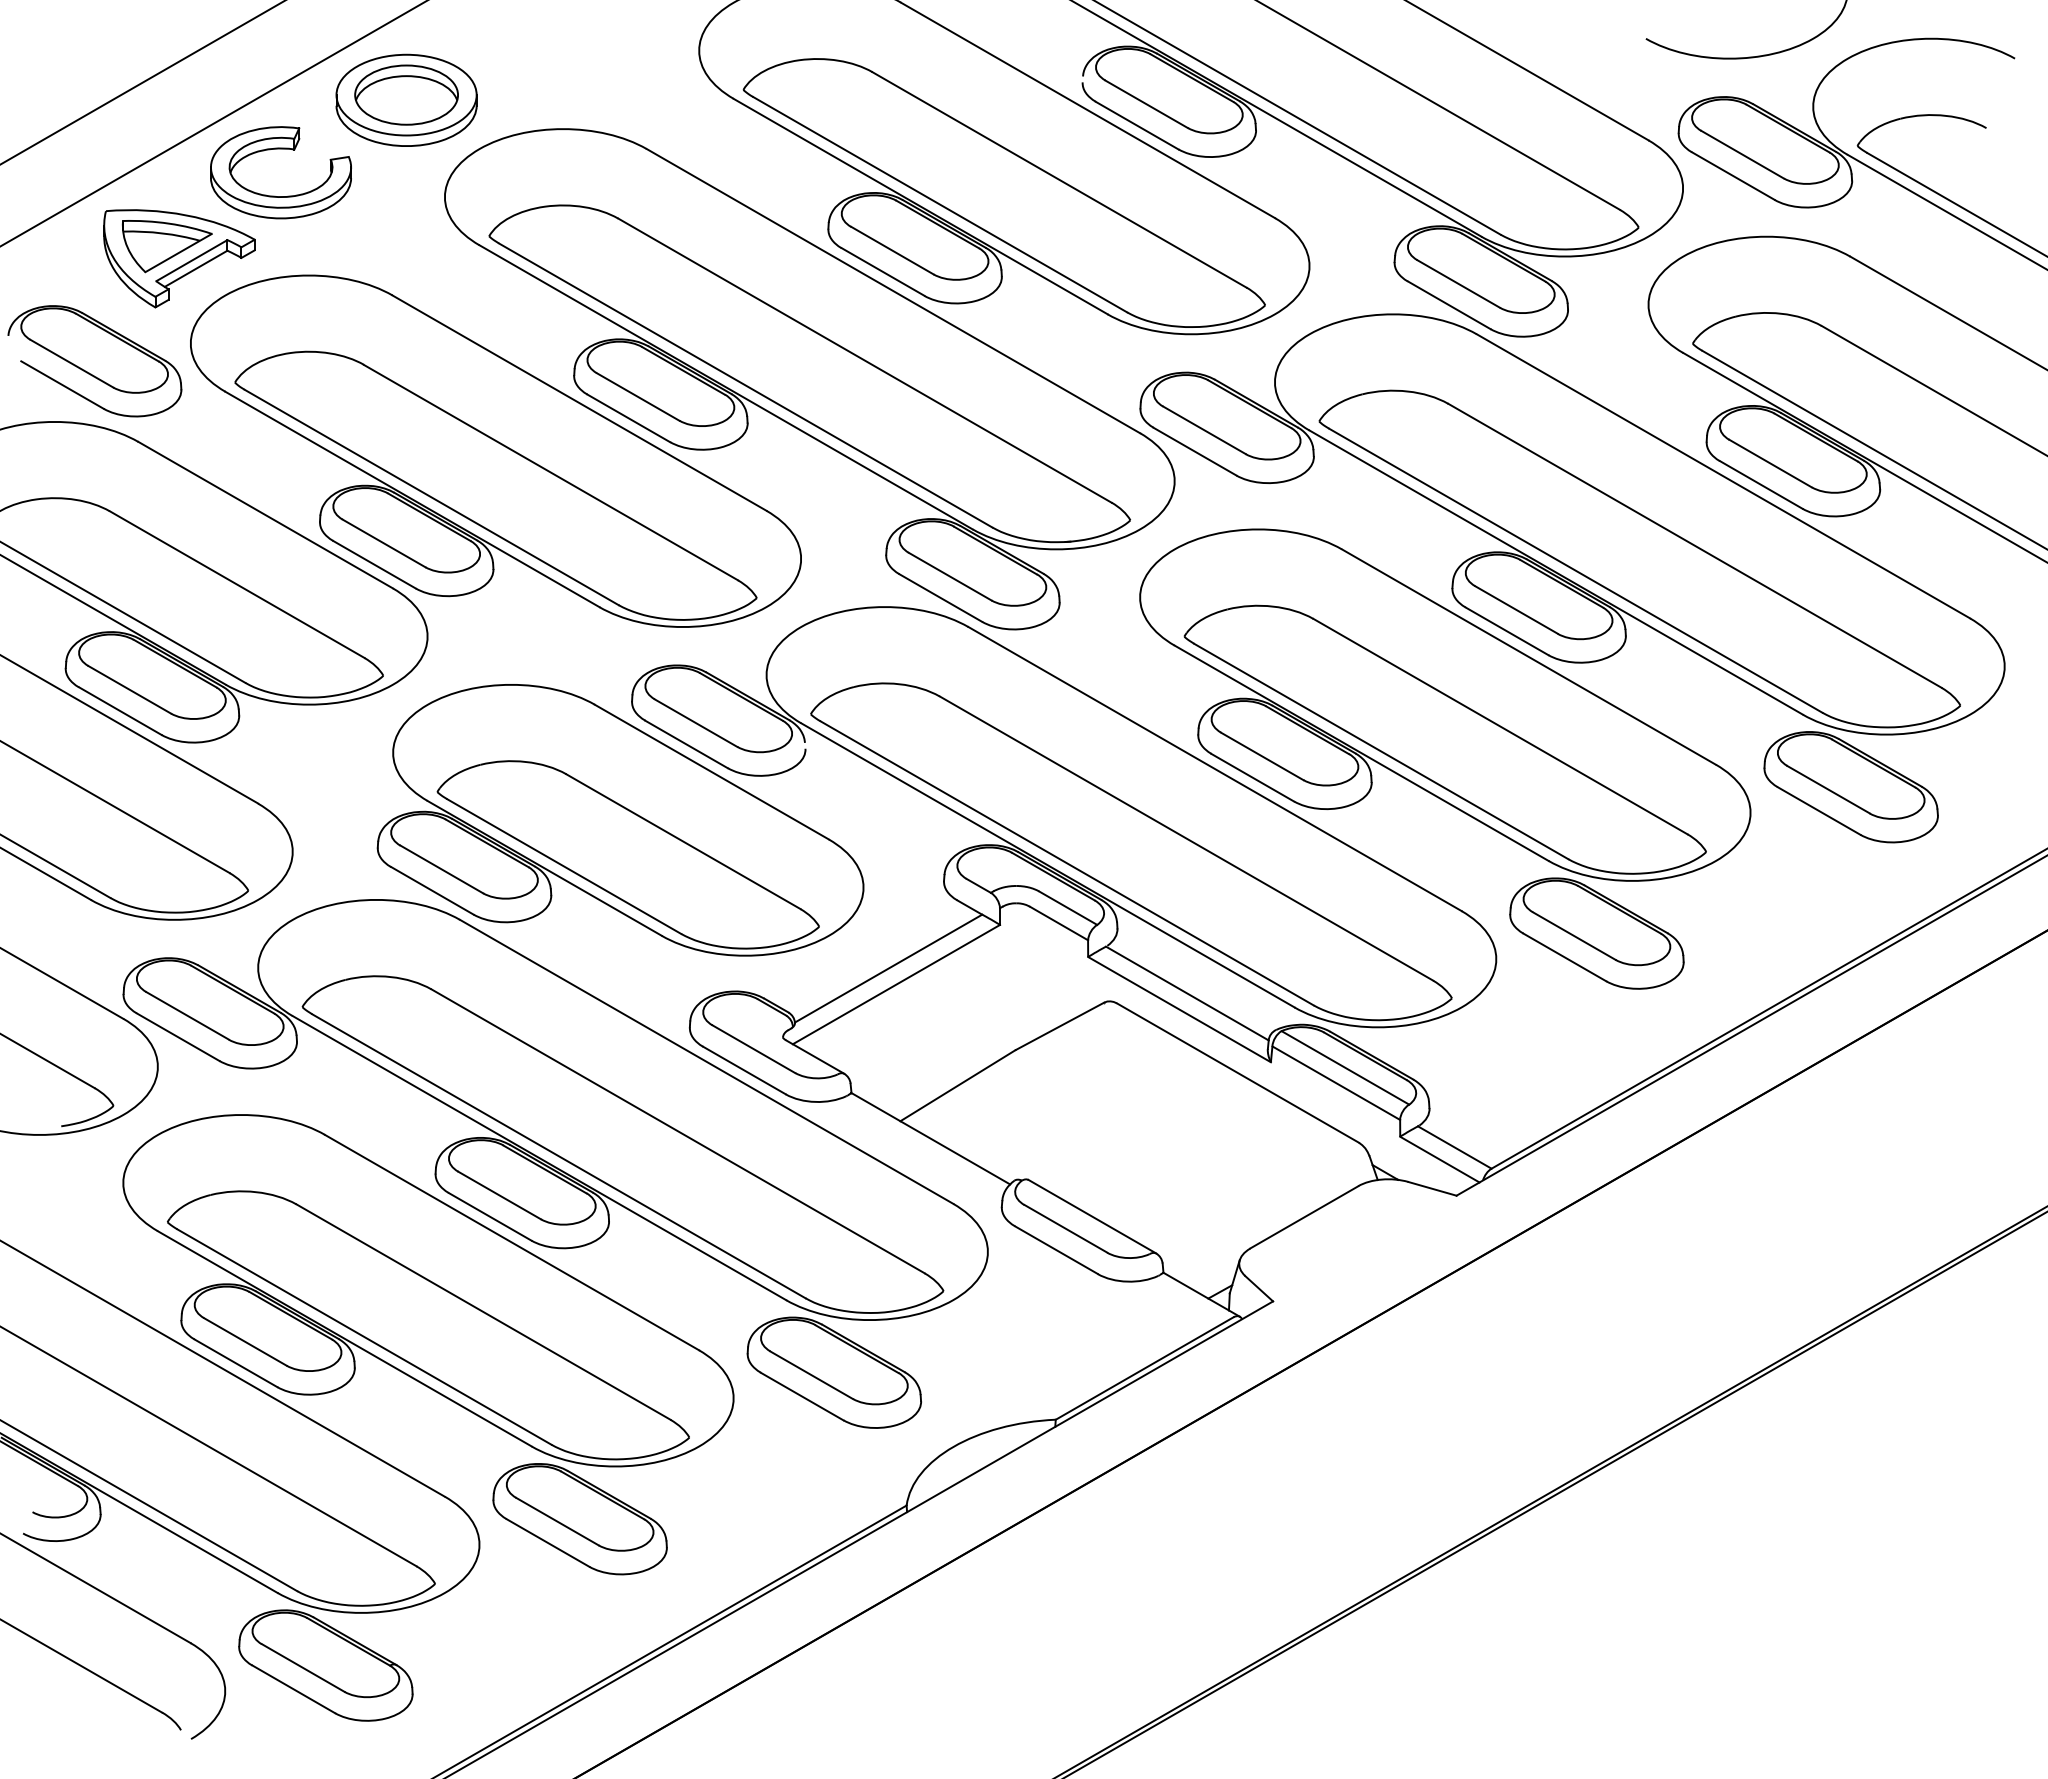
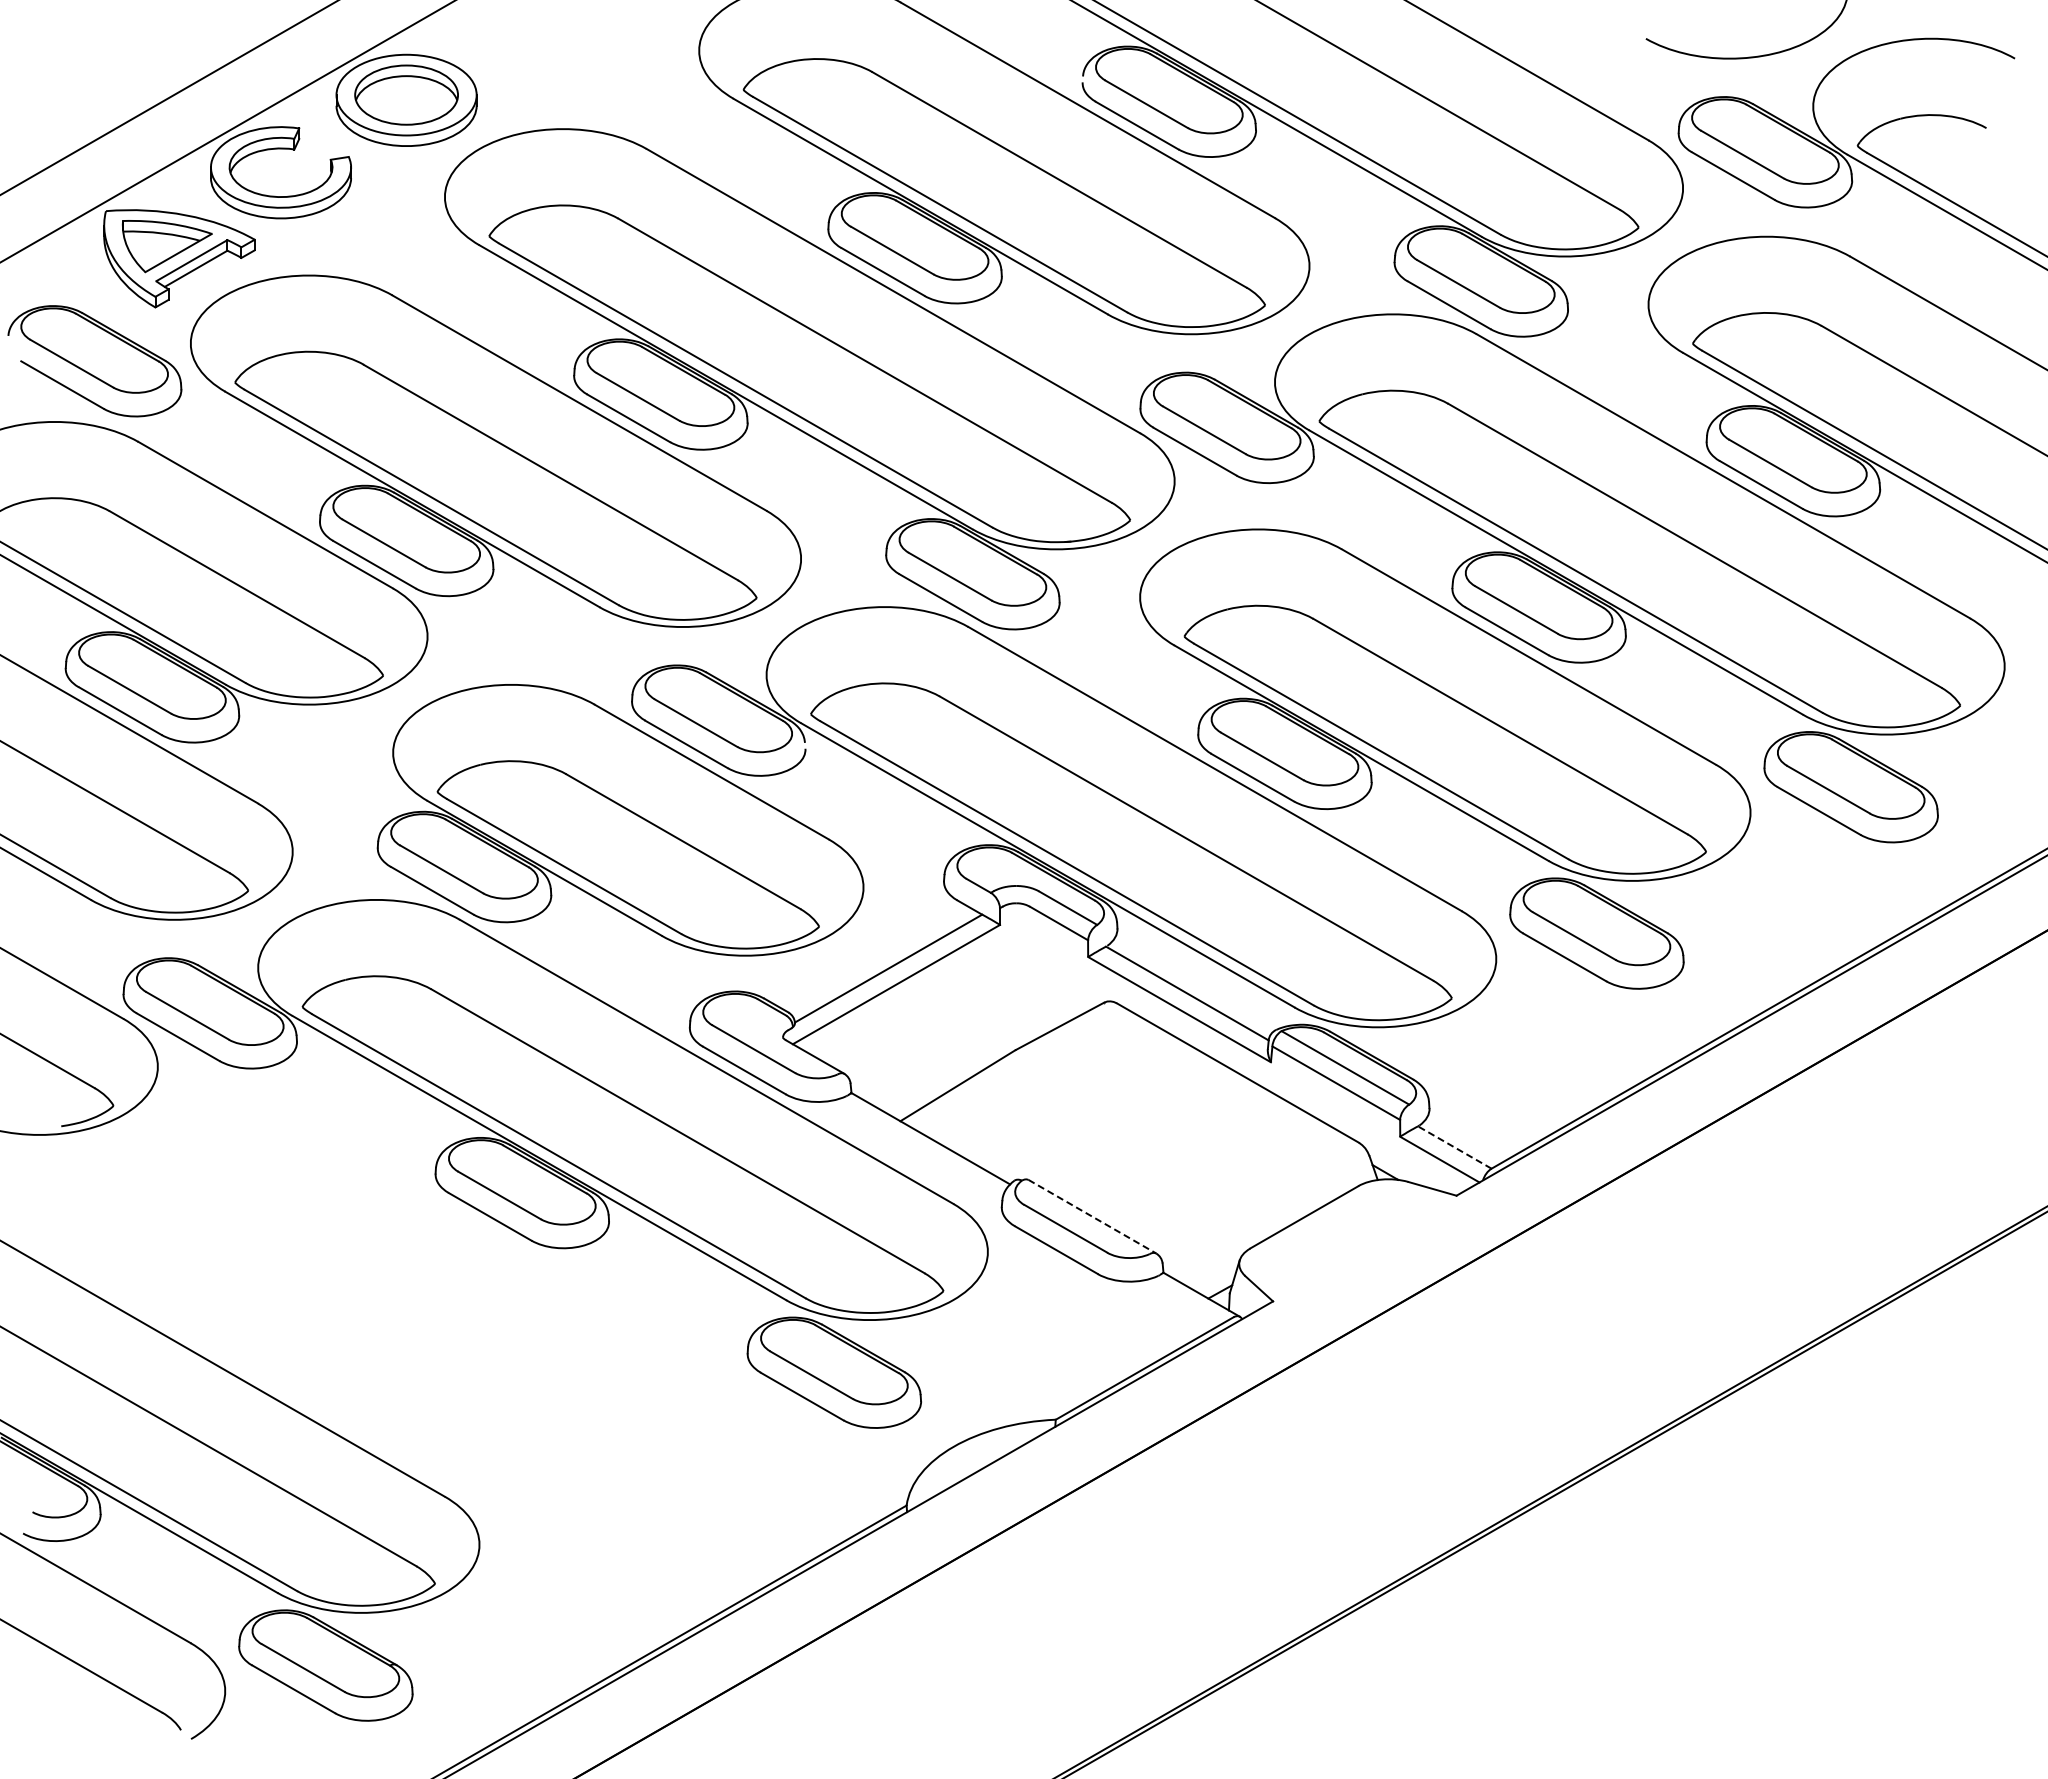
line at (142, 82) position: (142, 82) -> (168, 98)
line at (213, 123) position: (213, 123) -> (227, 131)
line at (1454, 1147): solid -> dashed
line at (1092, 1216): solid -> dashed
part at (428, 1344): present -> none
